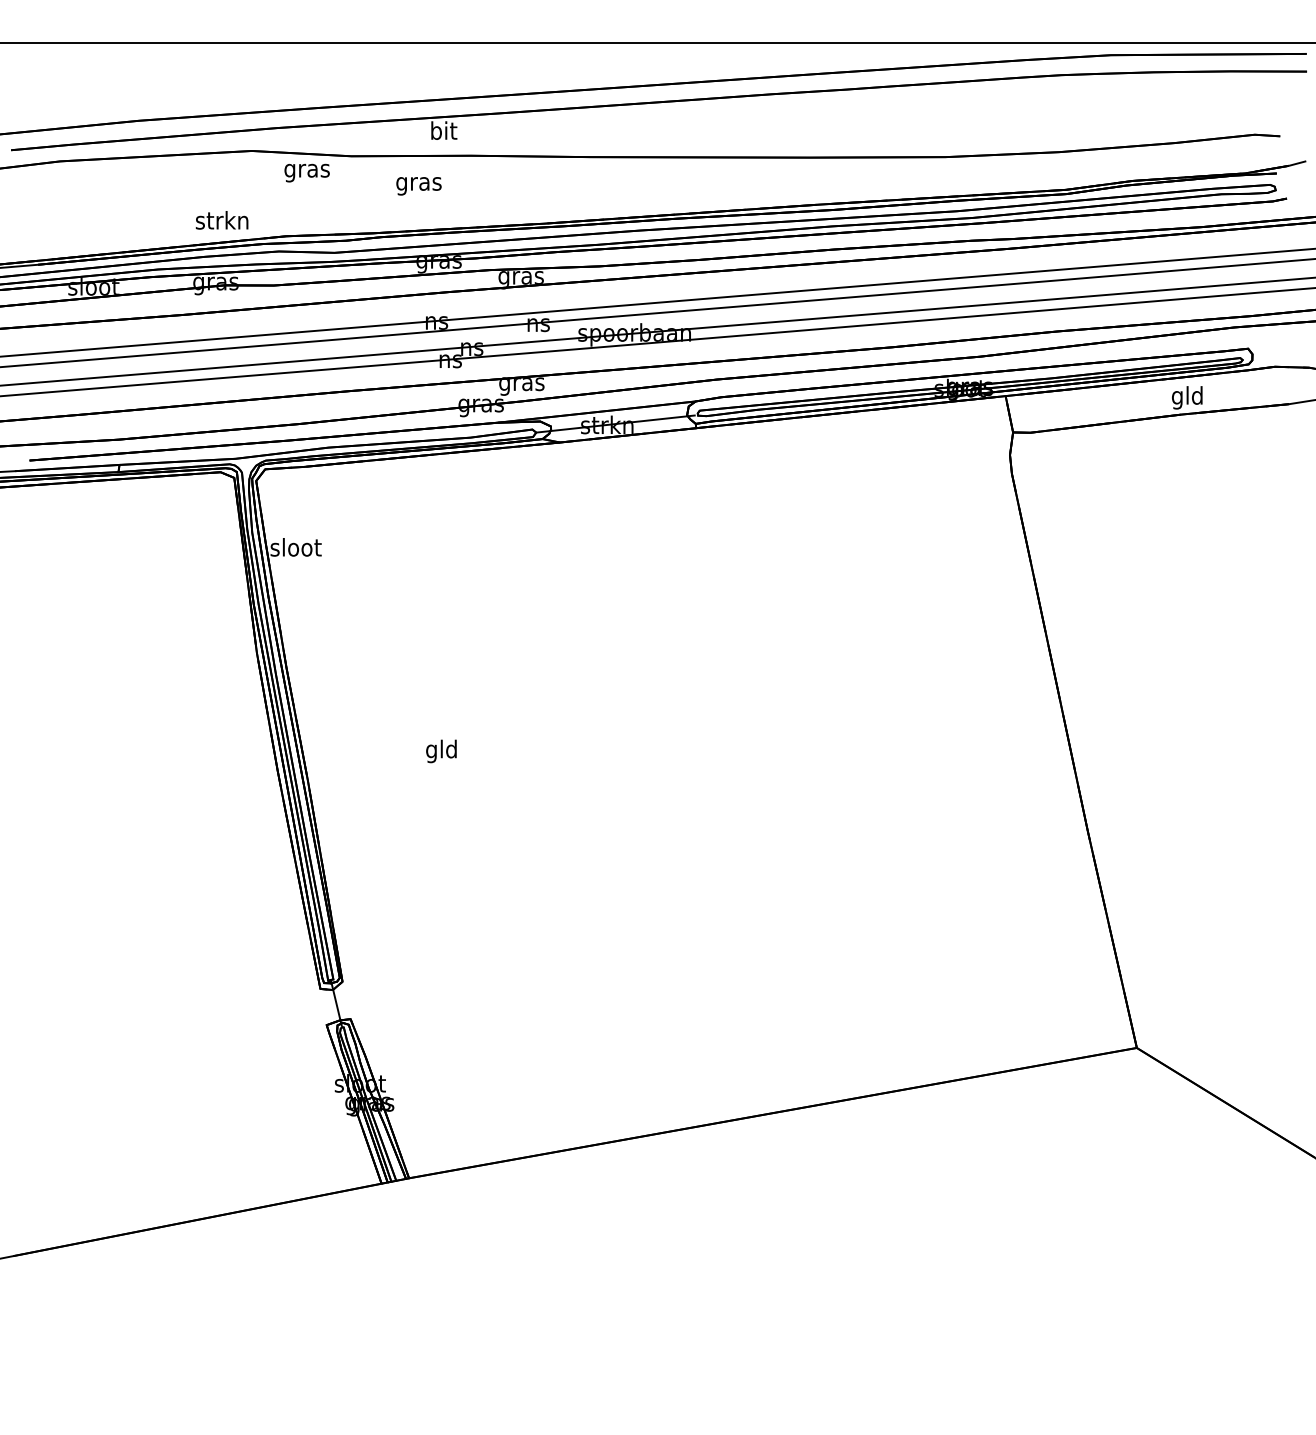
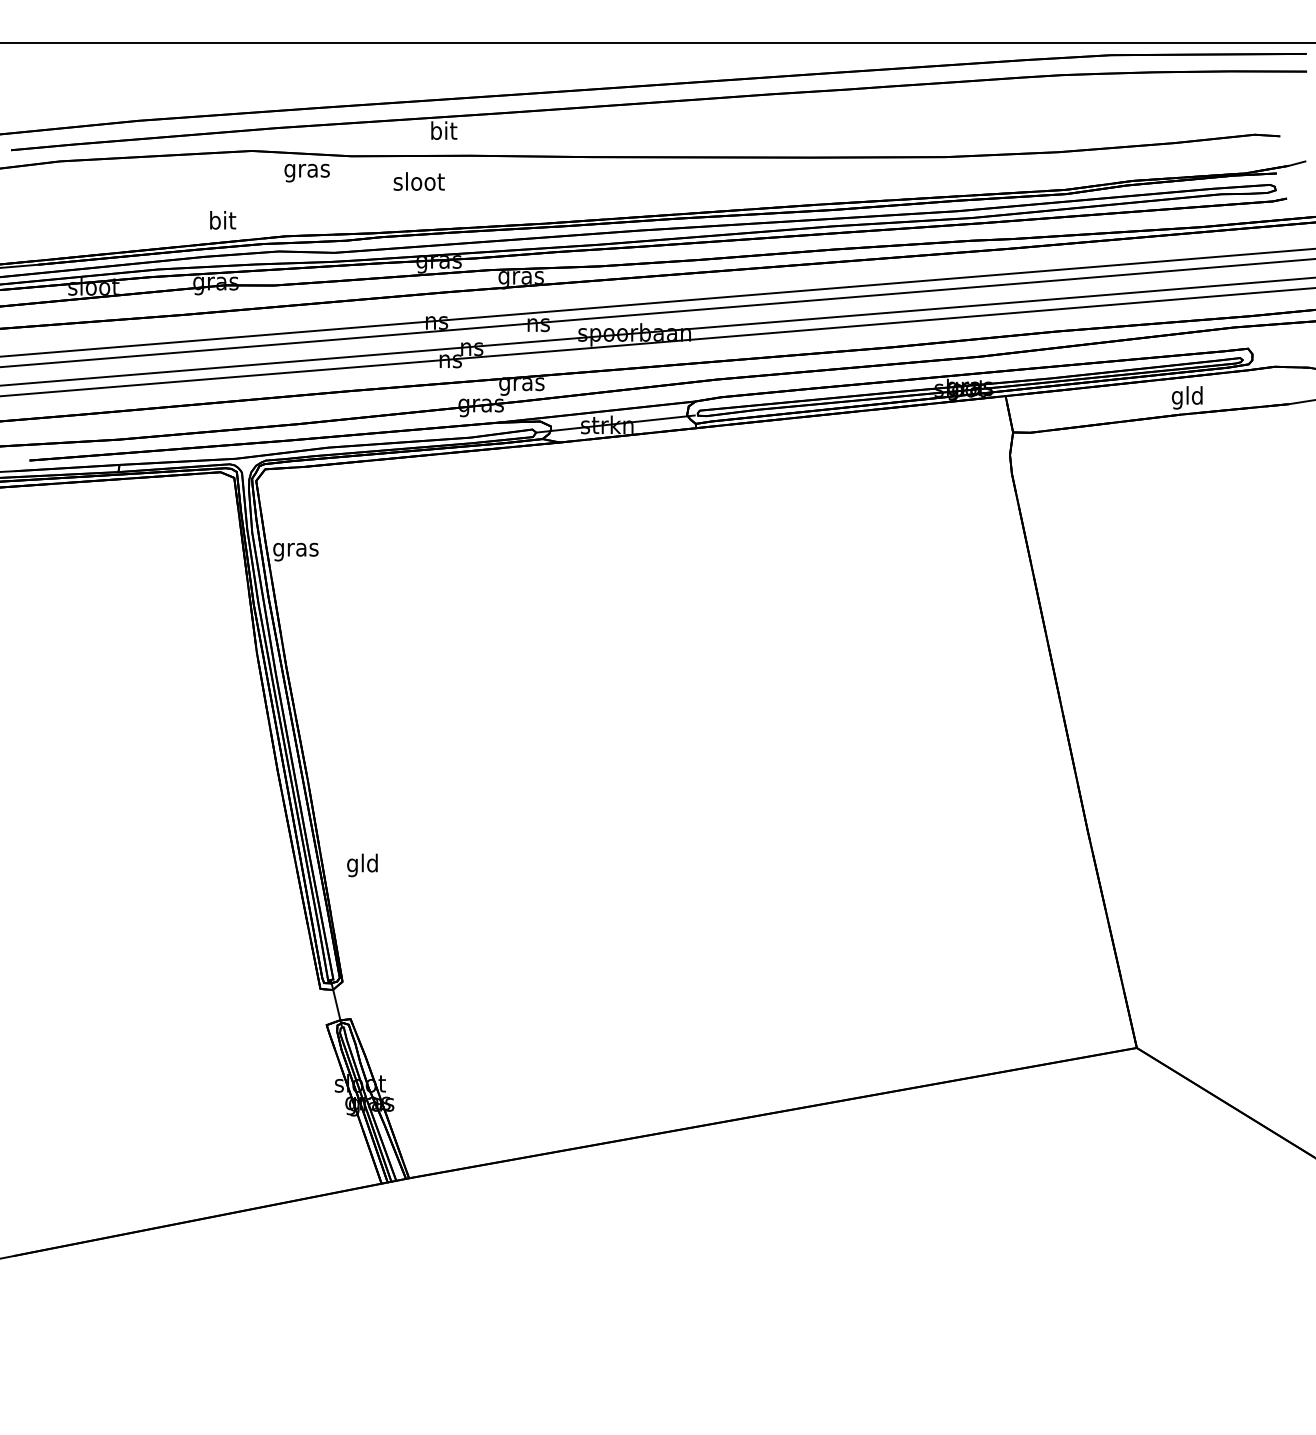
text at (418, 183): gras -> sloot
text at (221, 220): strkn -> bit
text at (295, 549): sloot -> gras
text at (441, 751) position: (441, 751) -> (362, 865)
